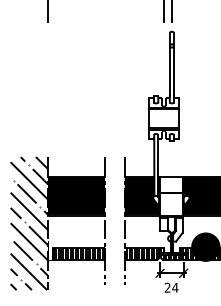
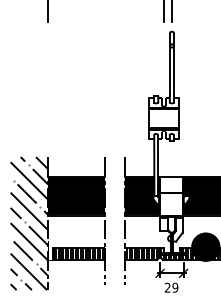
text at (175, 287): 24 -> 29
